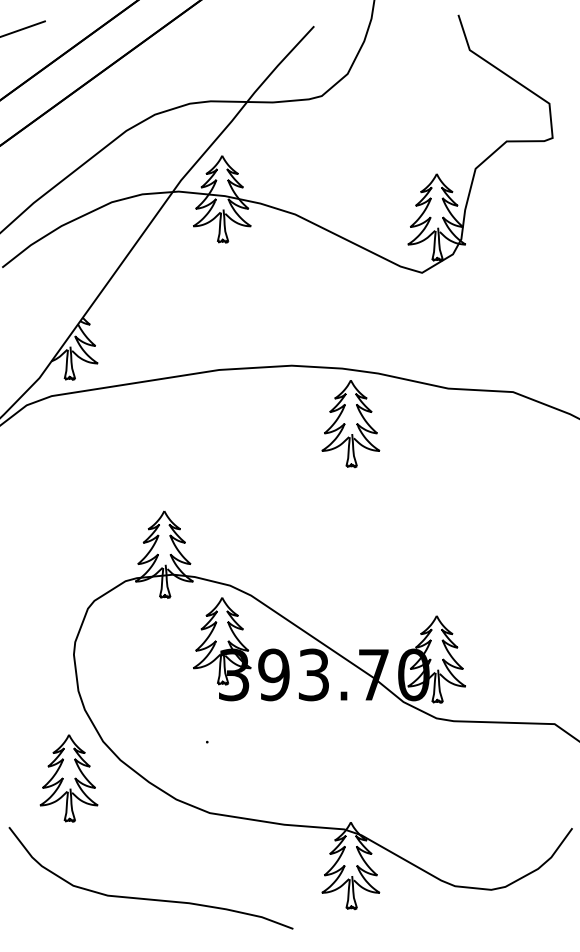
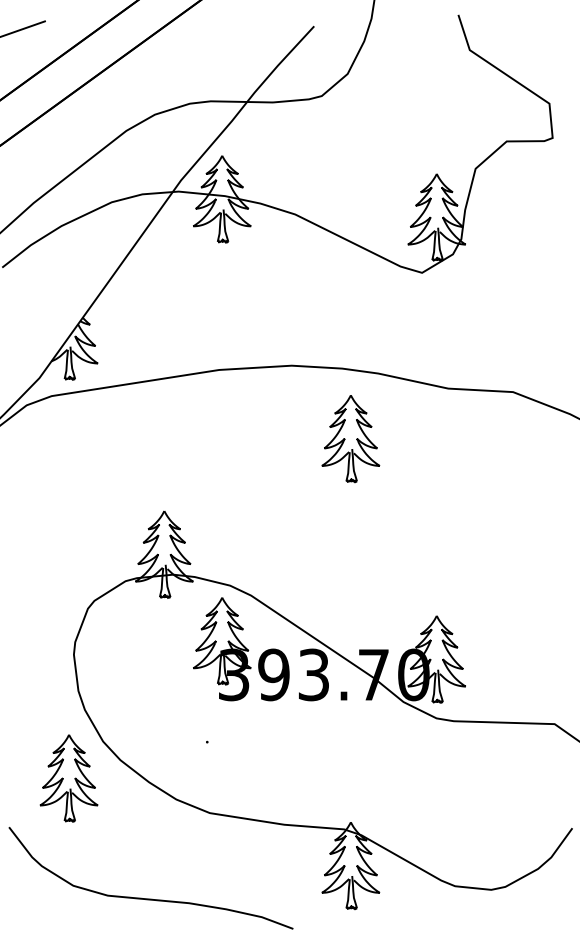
part at (350, 424) position: (350, 424) -> (350, 439)
